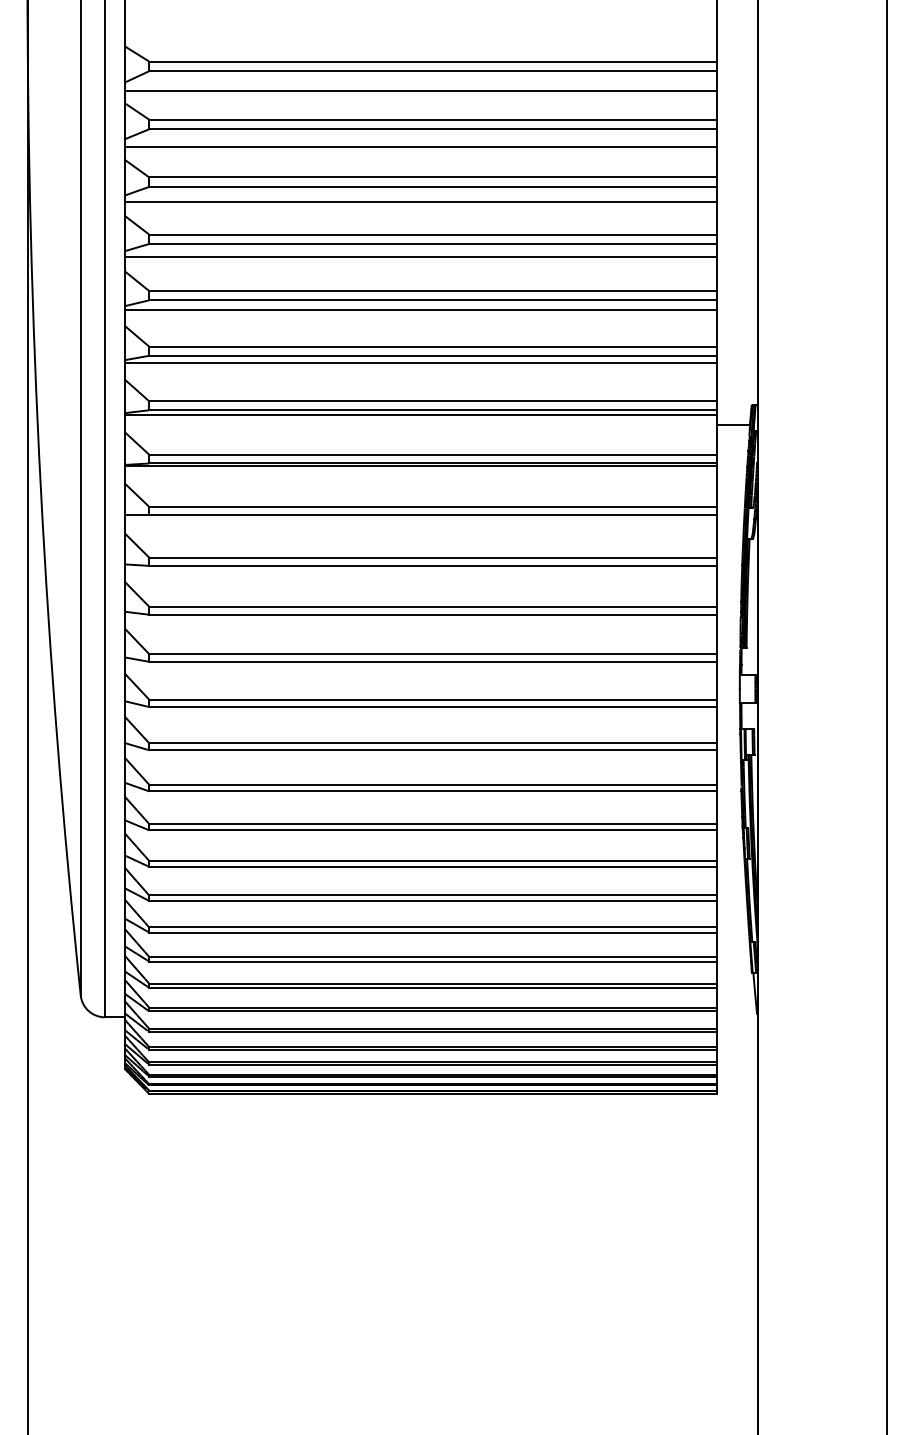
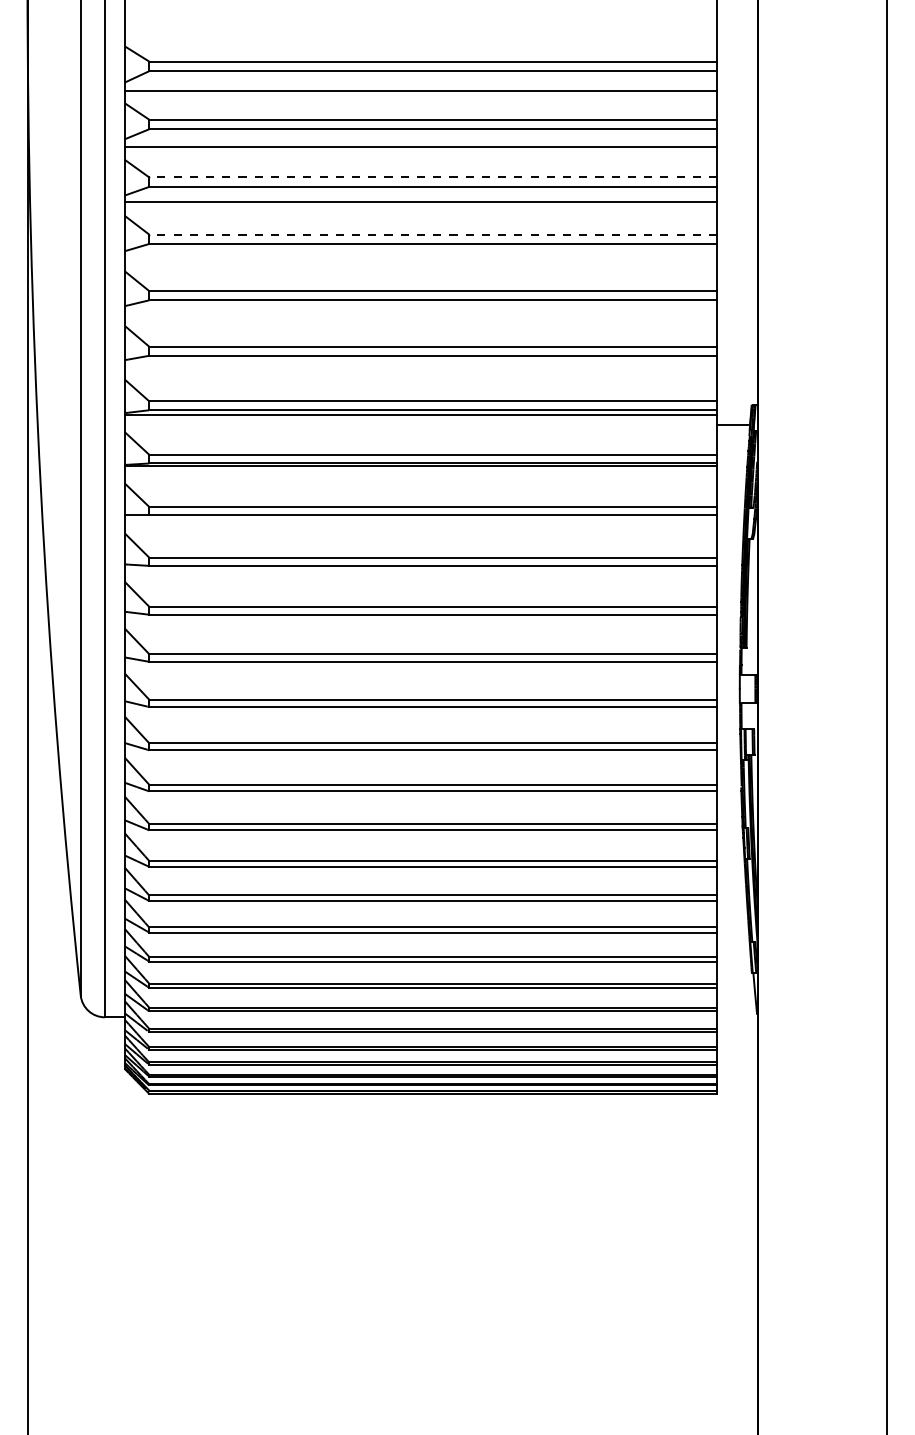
line at (433, 177): solid -> dashed
line at (433, 234): solid -> dashed
line at (420, 256): present -> none
line at (420, 310): present -> none
line at (420, 363): present -> none
